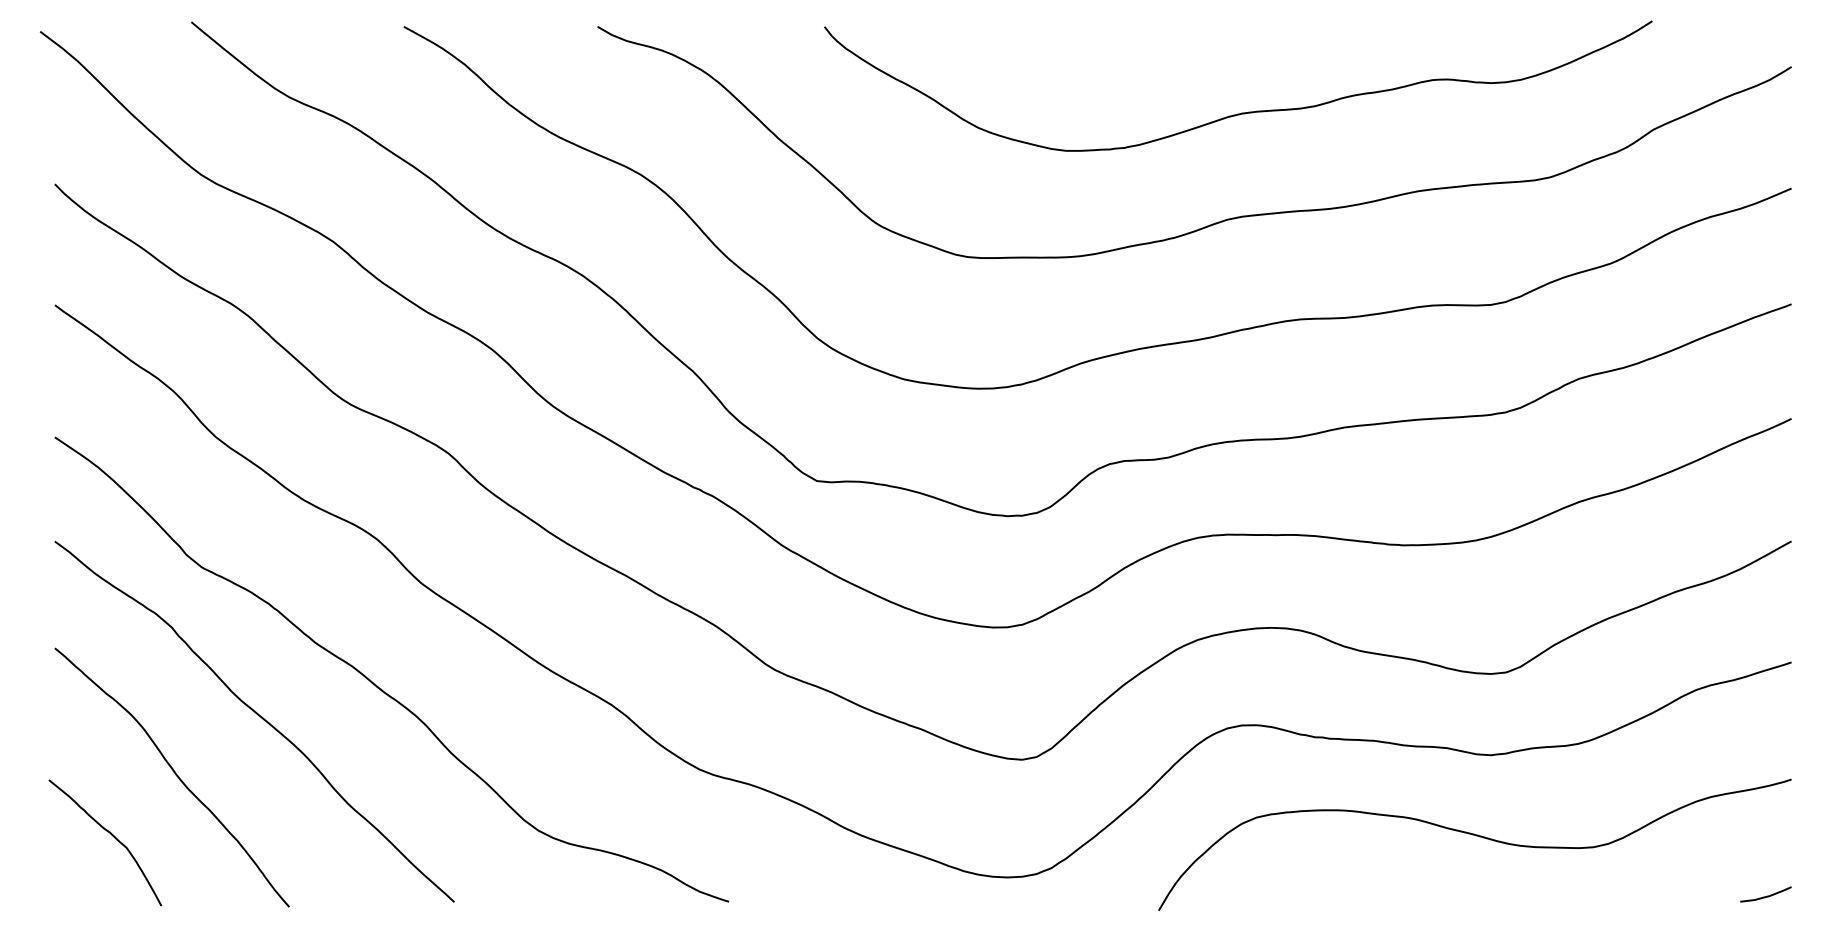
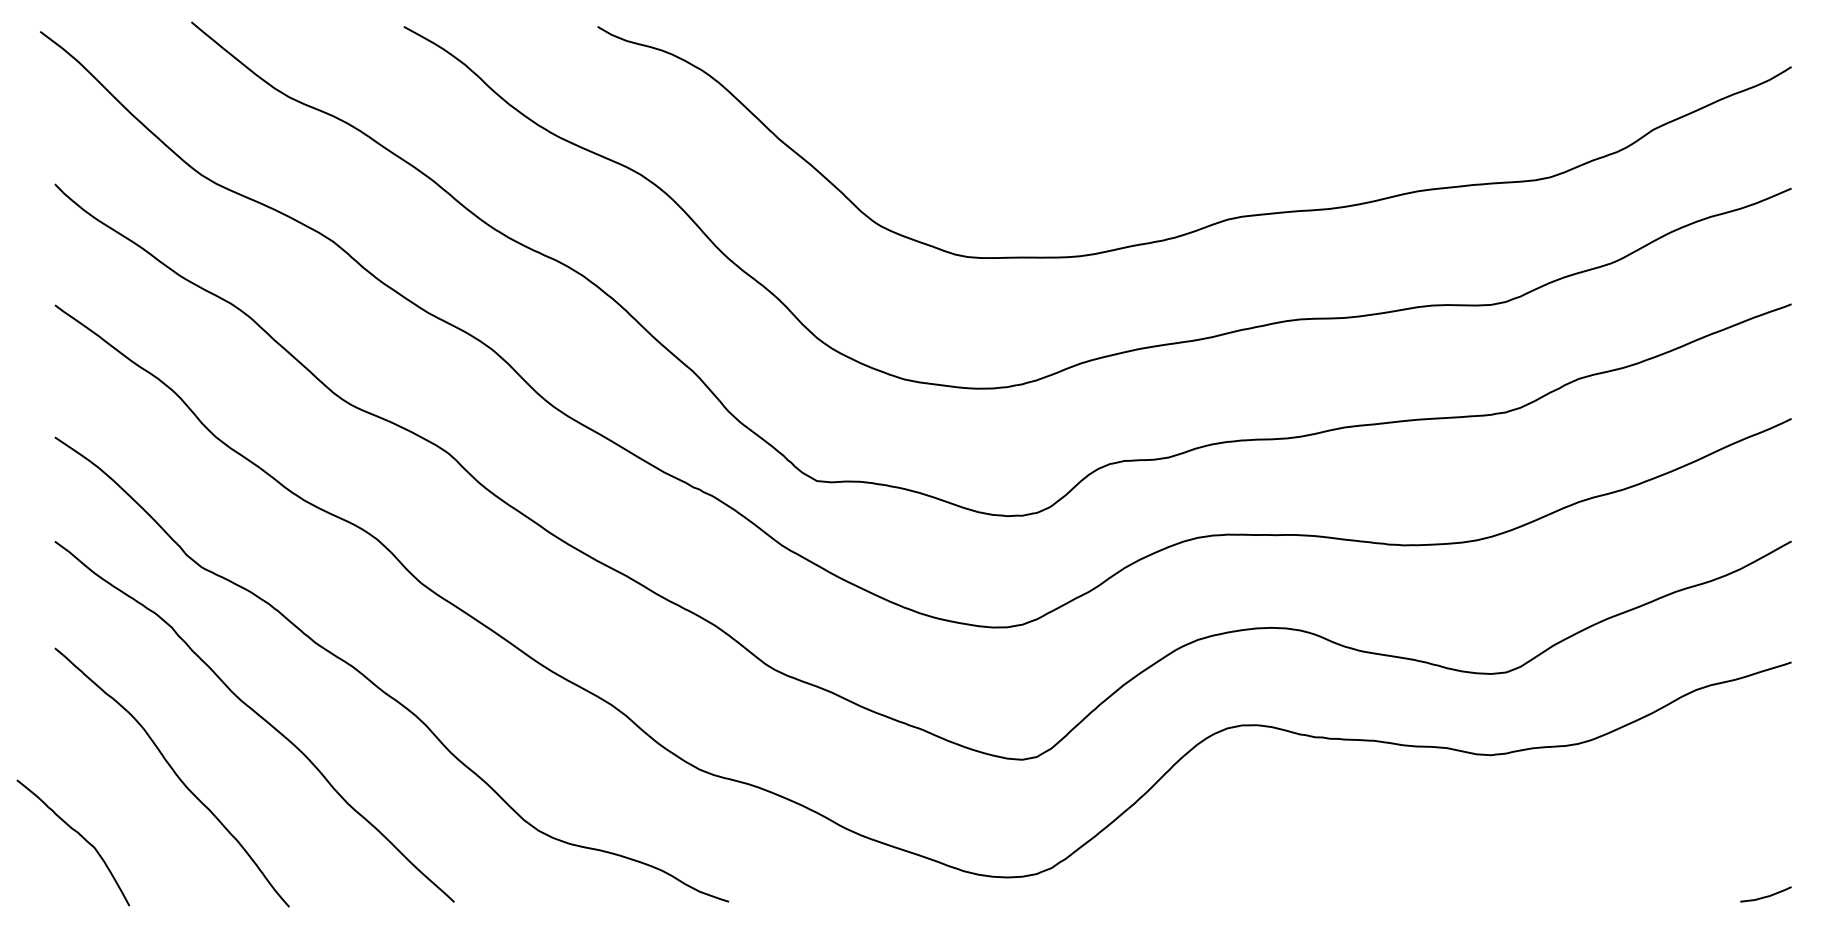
curve at (1241, 112): present -> none
curve at (111, 835) position: (111, 835) -> (79, 835)
curve at (1476, 836): present -> none
